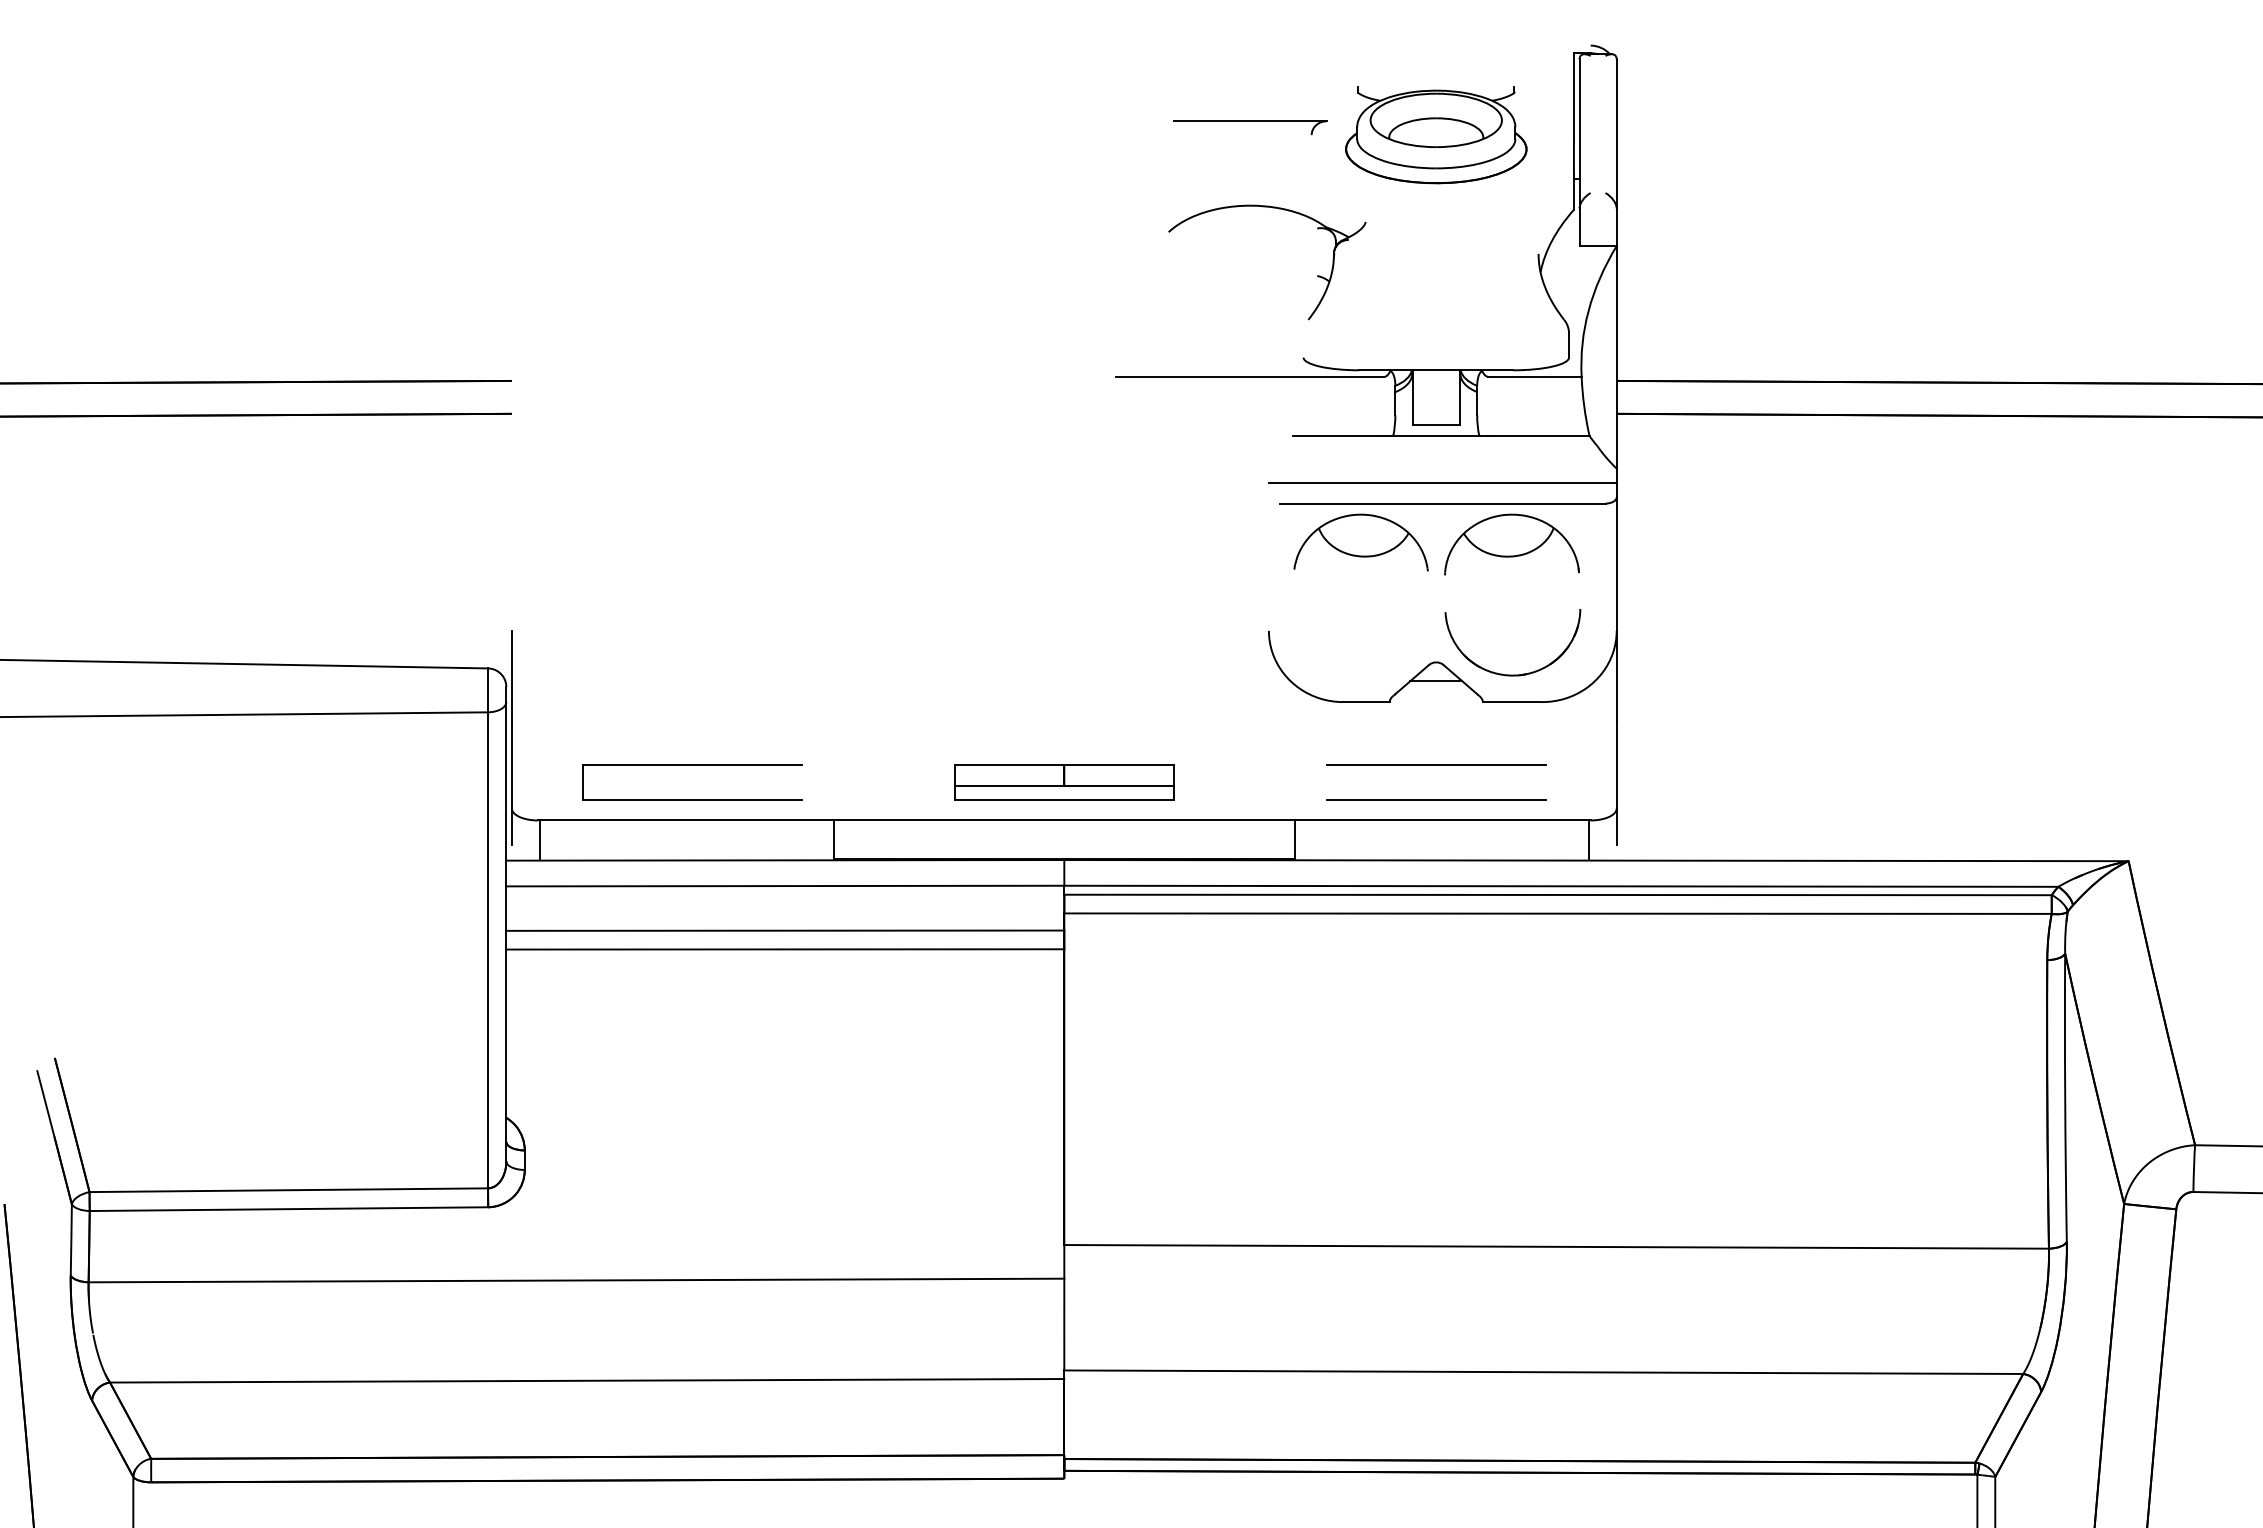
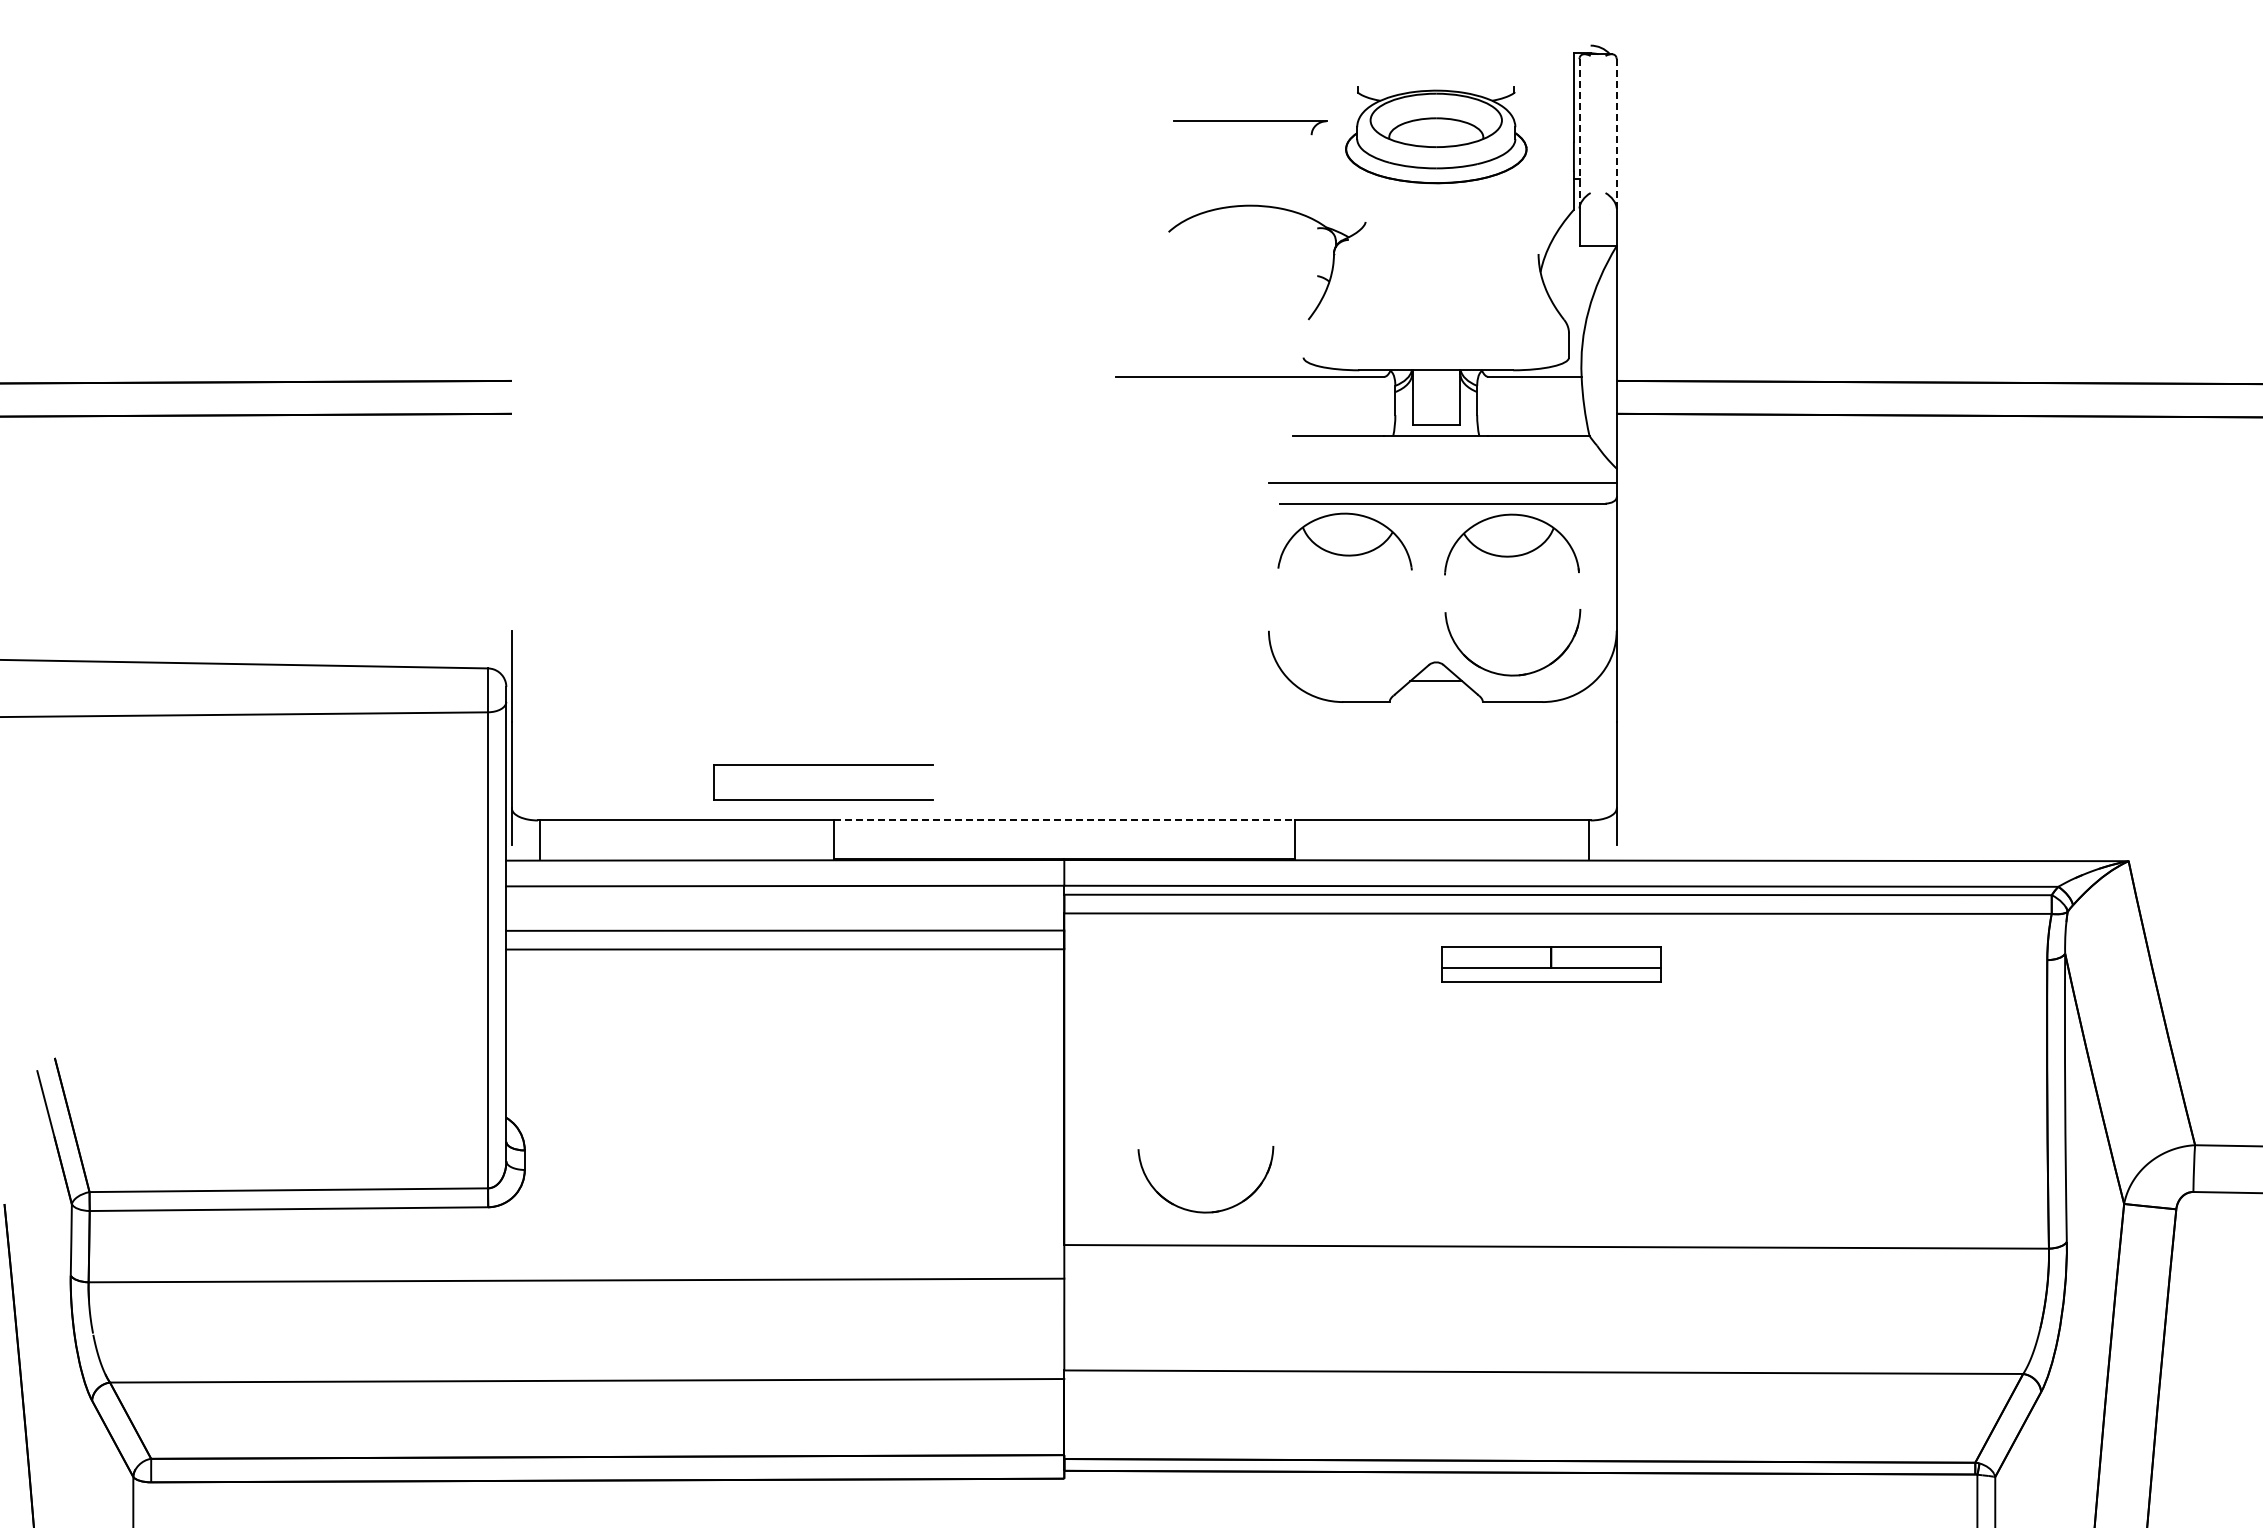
line at (1579, 133): solid -> dashed
line at (1616, 133): solid -> dashed
part at (1360, 542) position: (1360, 542) -> (1344, 541)
line at (1436, 764): present -> none
part at (692, 765) position: (692, 765) -> (823, 765)
part at (1064, 782) position: (1064, 782) -> (1551, 964)
line at (1436, 799): present -> none
line at (1064, 820): solid -> dashed
part at (1205, 1211): none -> present
